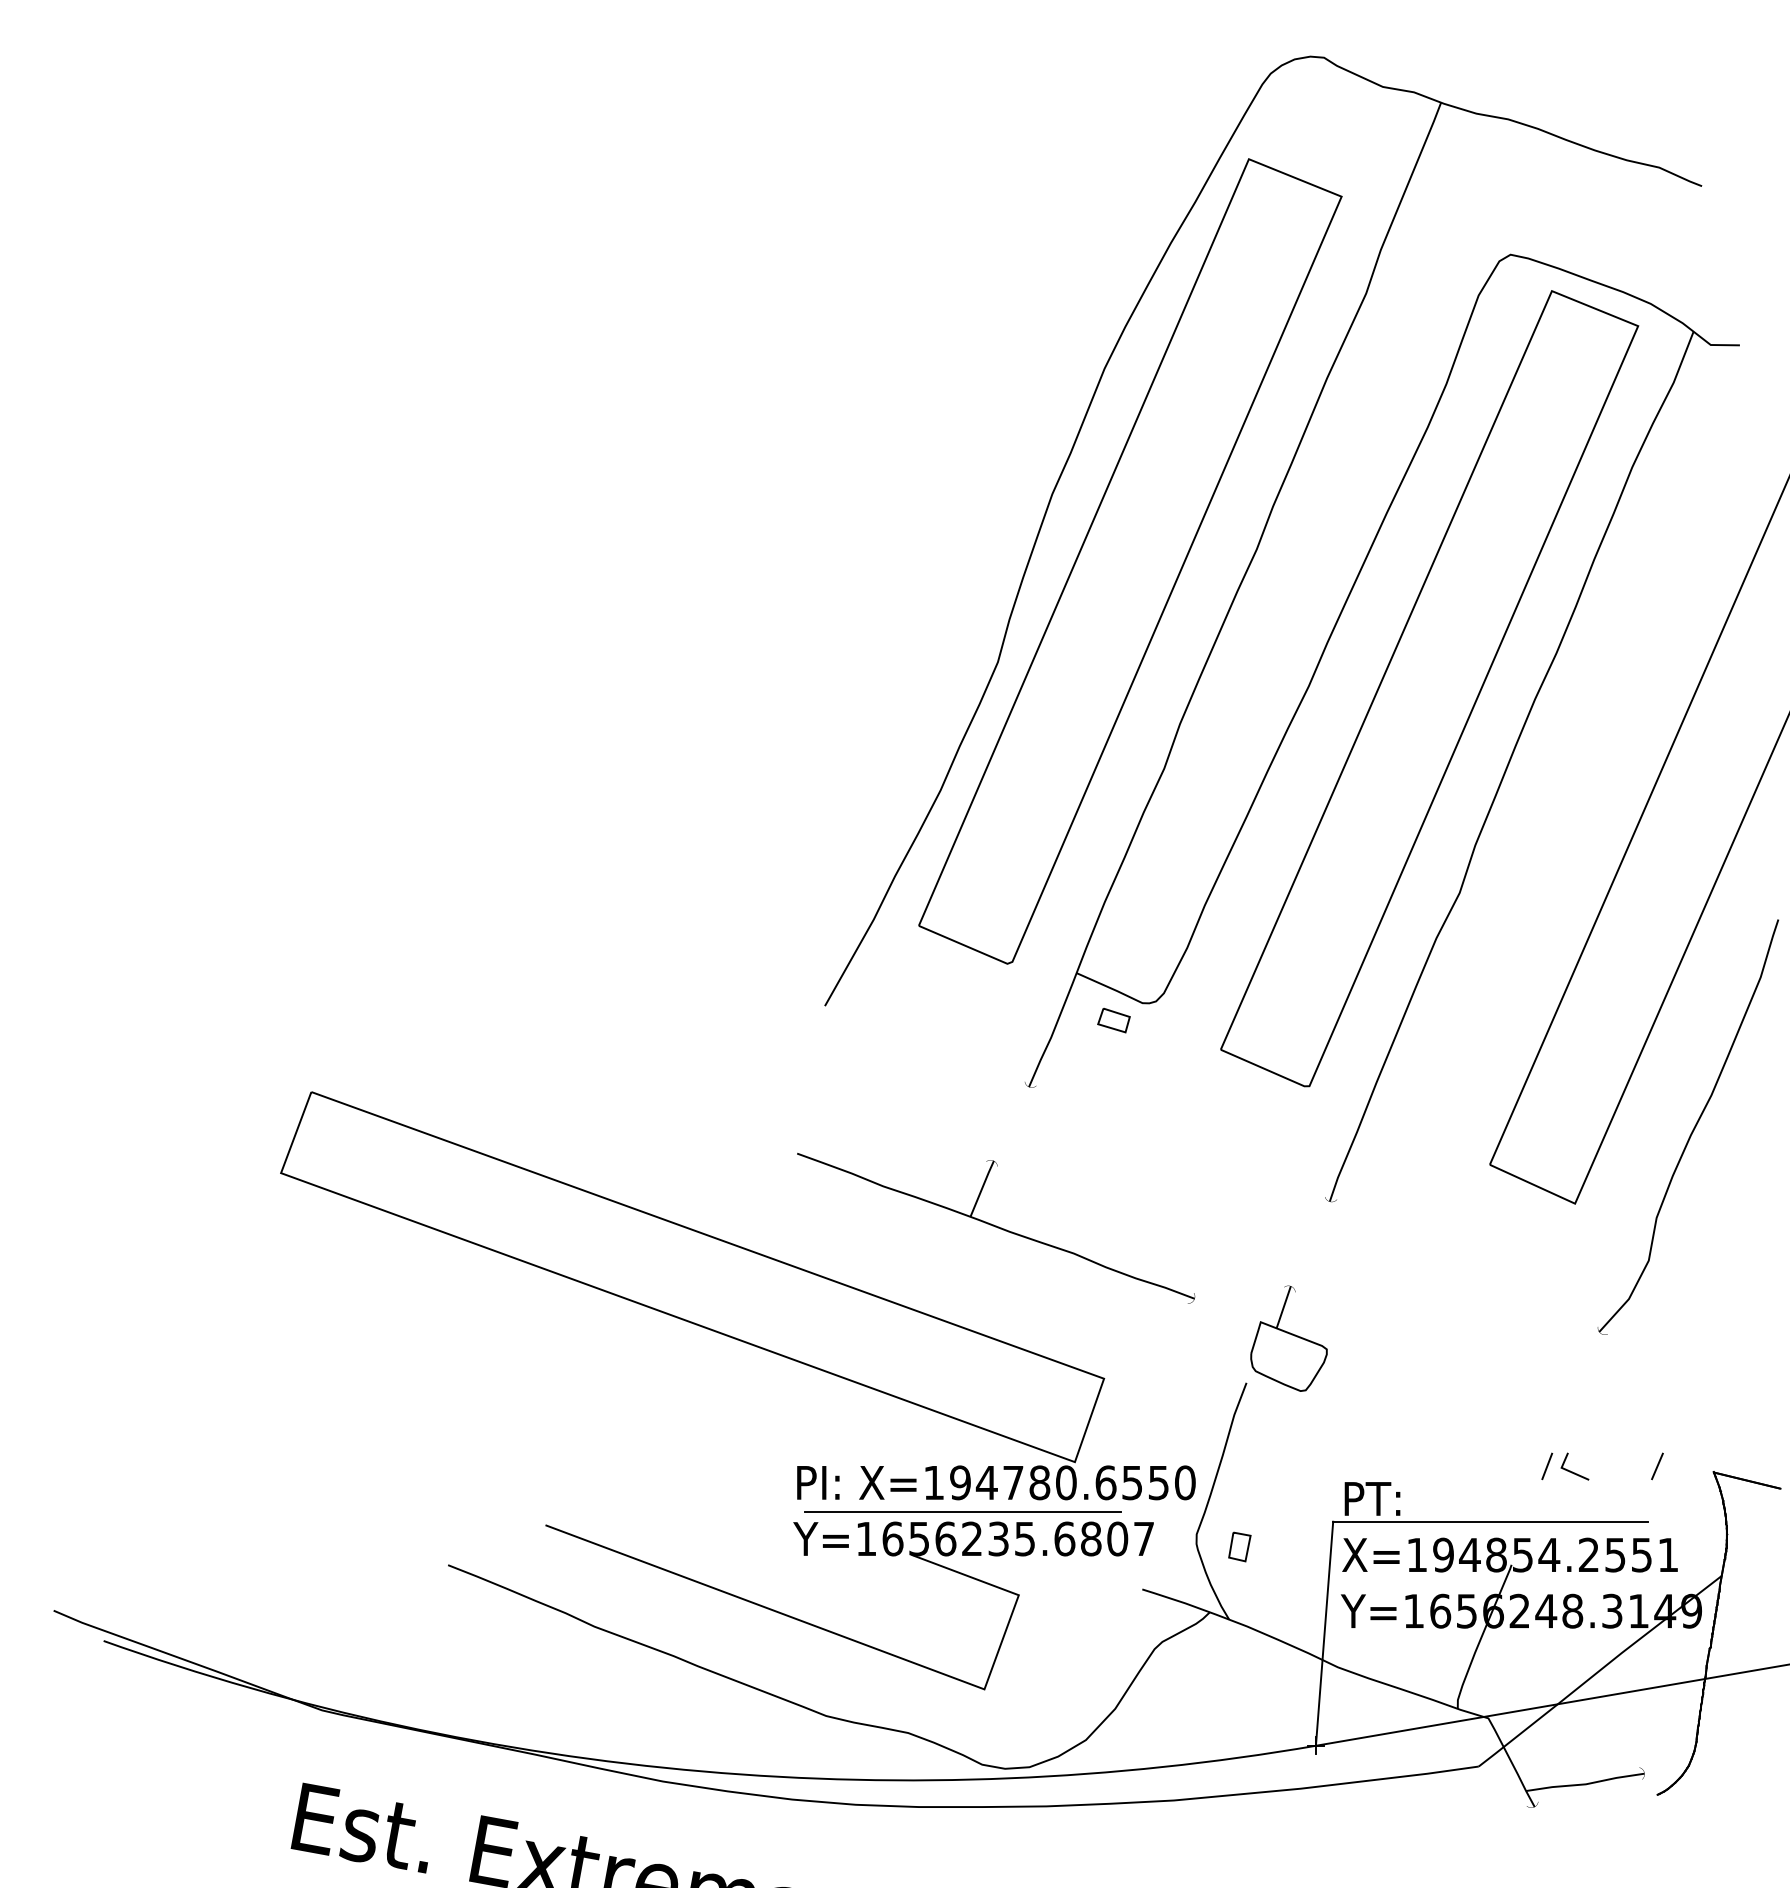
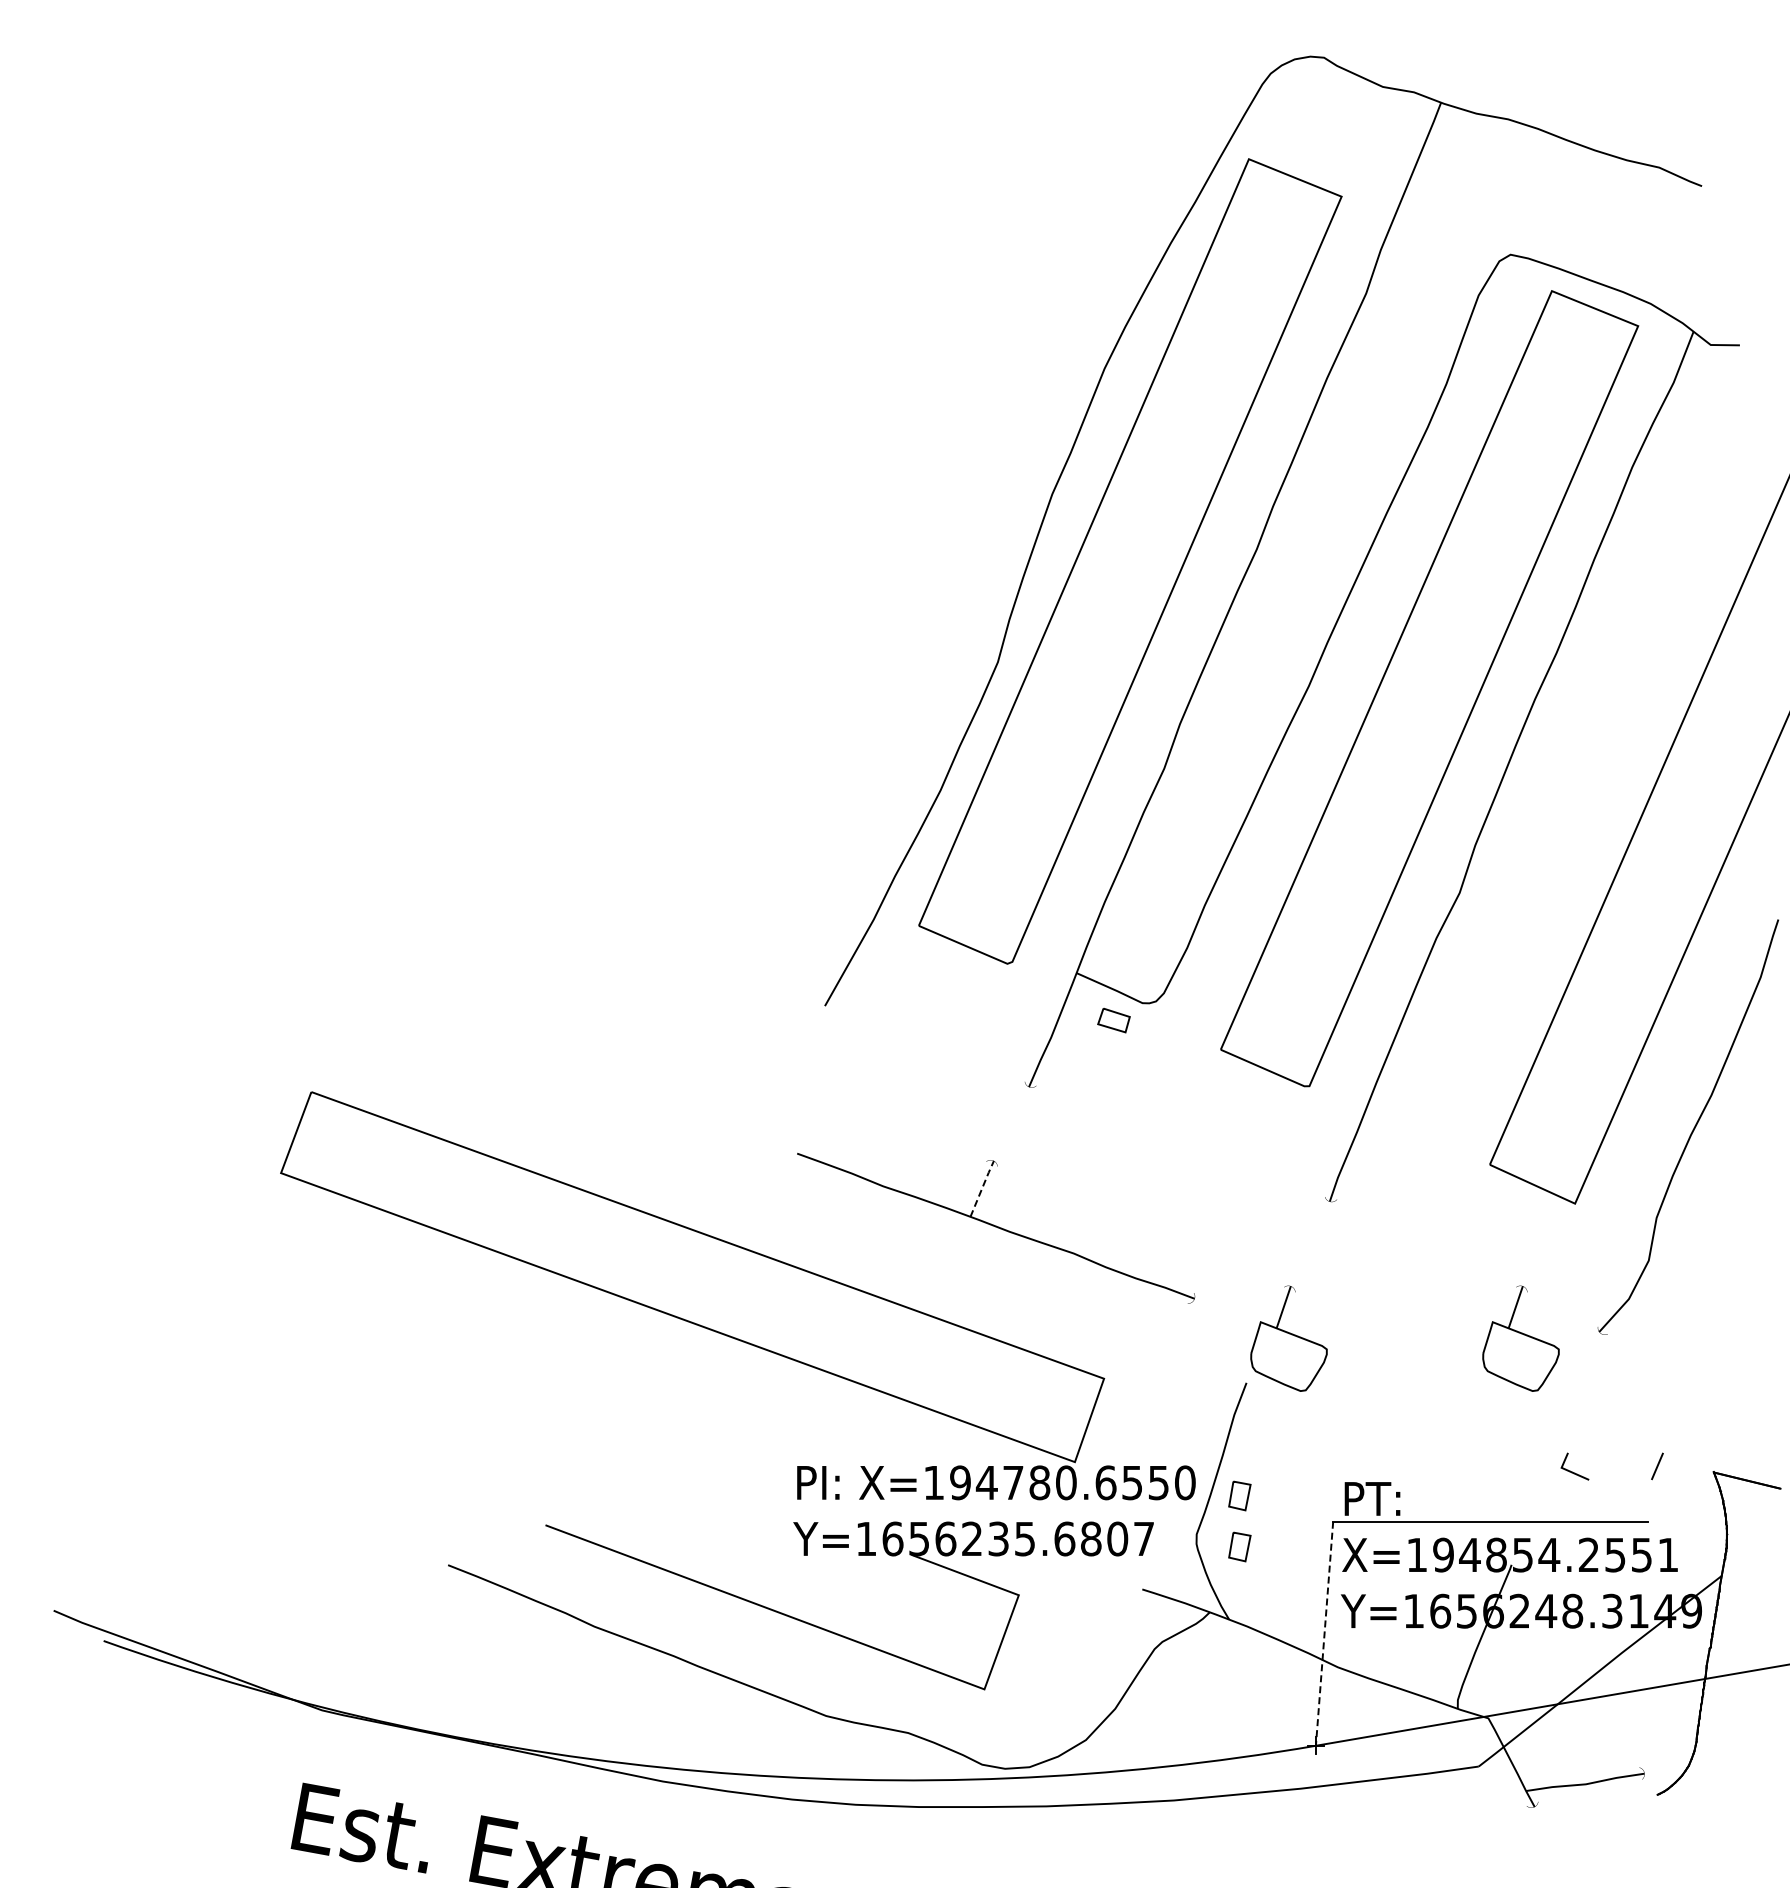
line at (982, 1188): solid -> dashed
part at (1520, 1338): none -> present
line at (1547, 1466): present -> none
part at (1239, 1495): none -> present
line at (962, 1511): present -> none
line at (1324, 1634): solid -> dashed
